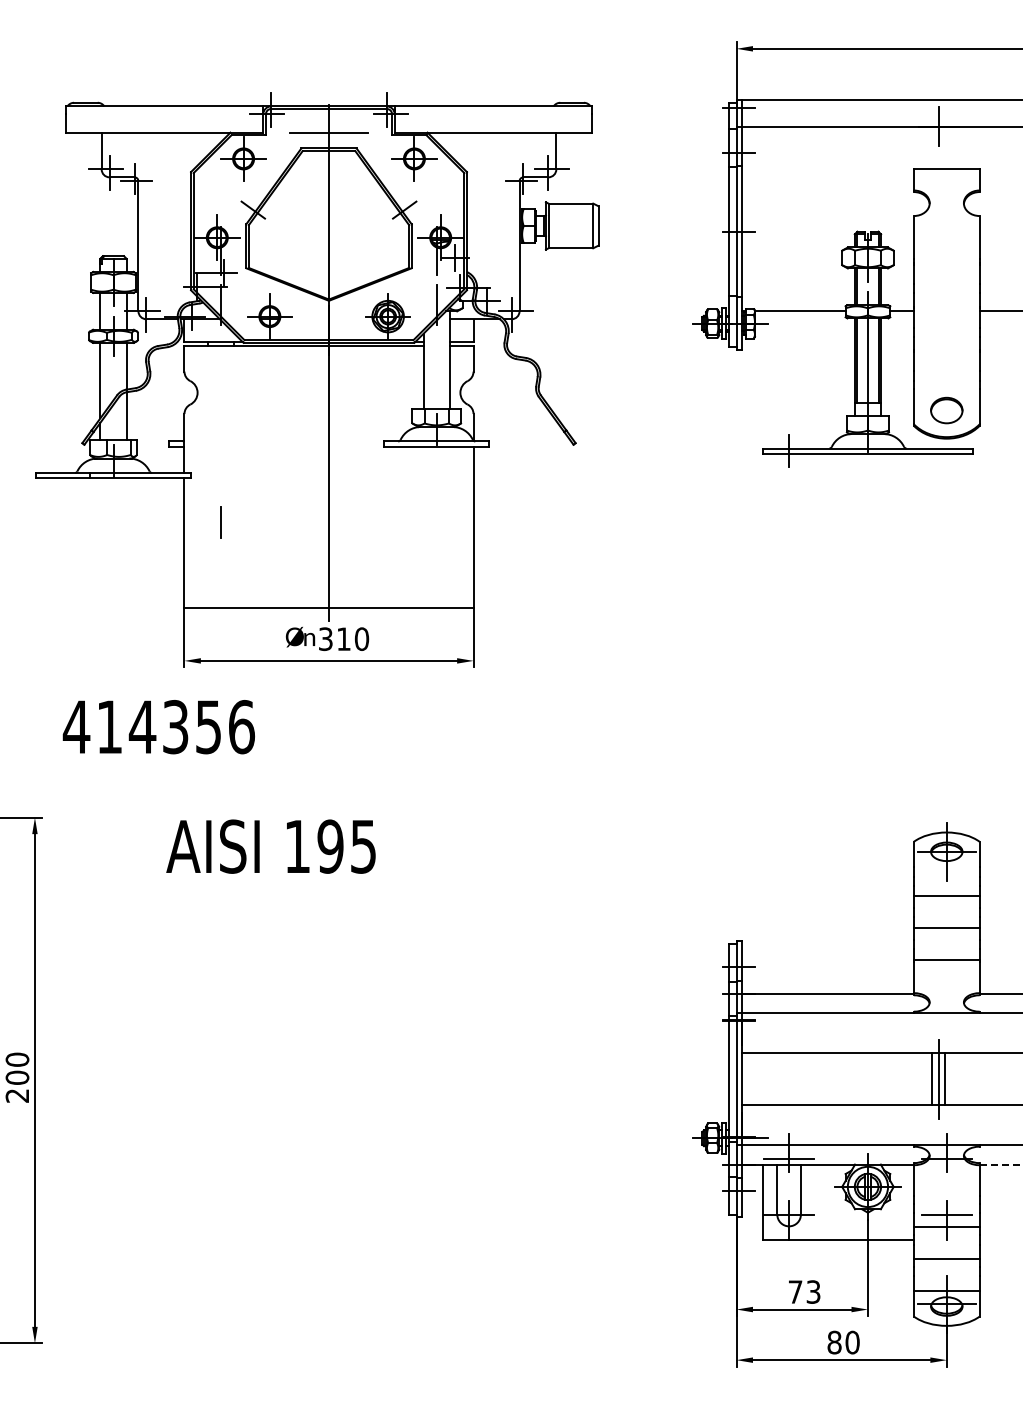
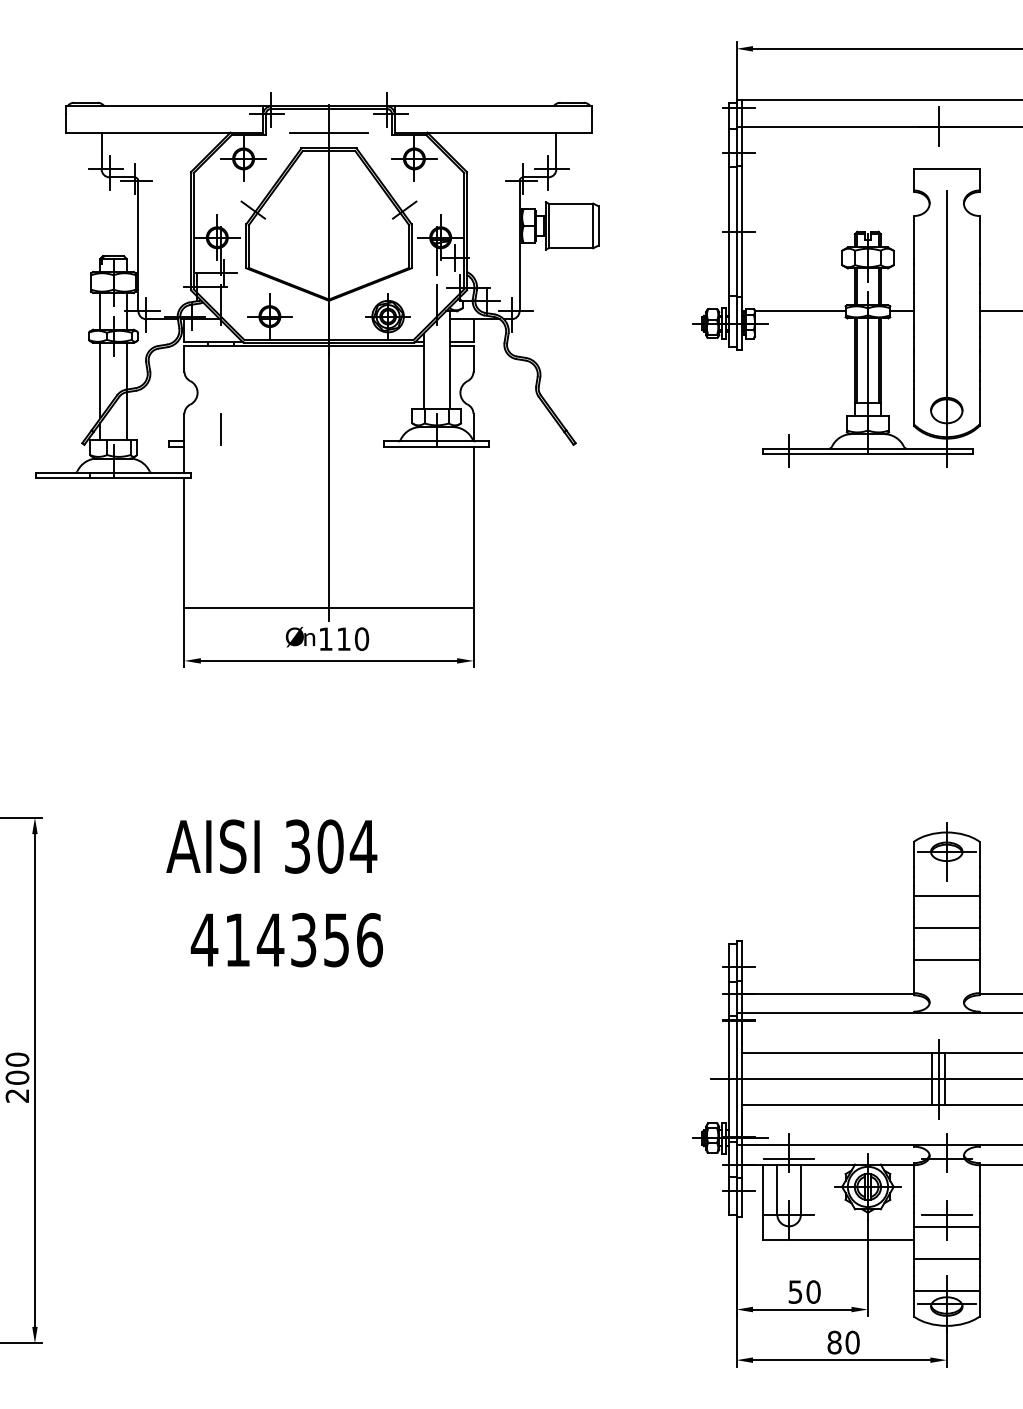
line at (946, 328): none -> present
line at (220, 522) position: (220, 522) -> (220, 429)
text at (325, 639): 310 -> 110
text at (158, 727) position: (158, 727) -> (286, 940)
text at (331, 846): 195 -> 304
line at (864, 1079): none -> present
line at (1001, 1164): dashed -> solid
text at (804, 1291): 73 -> 50
